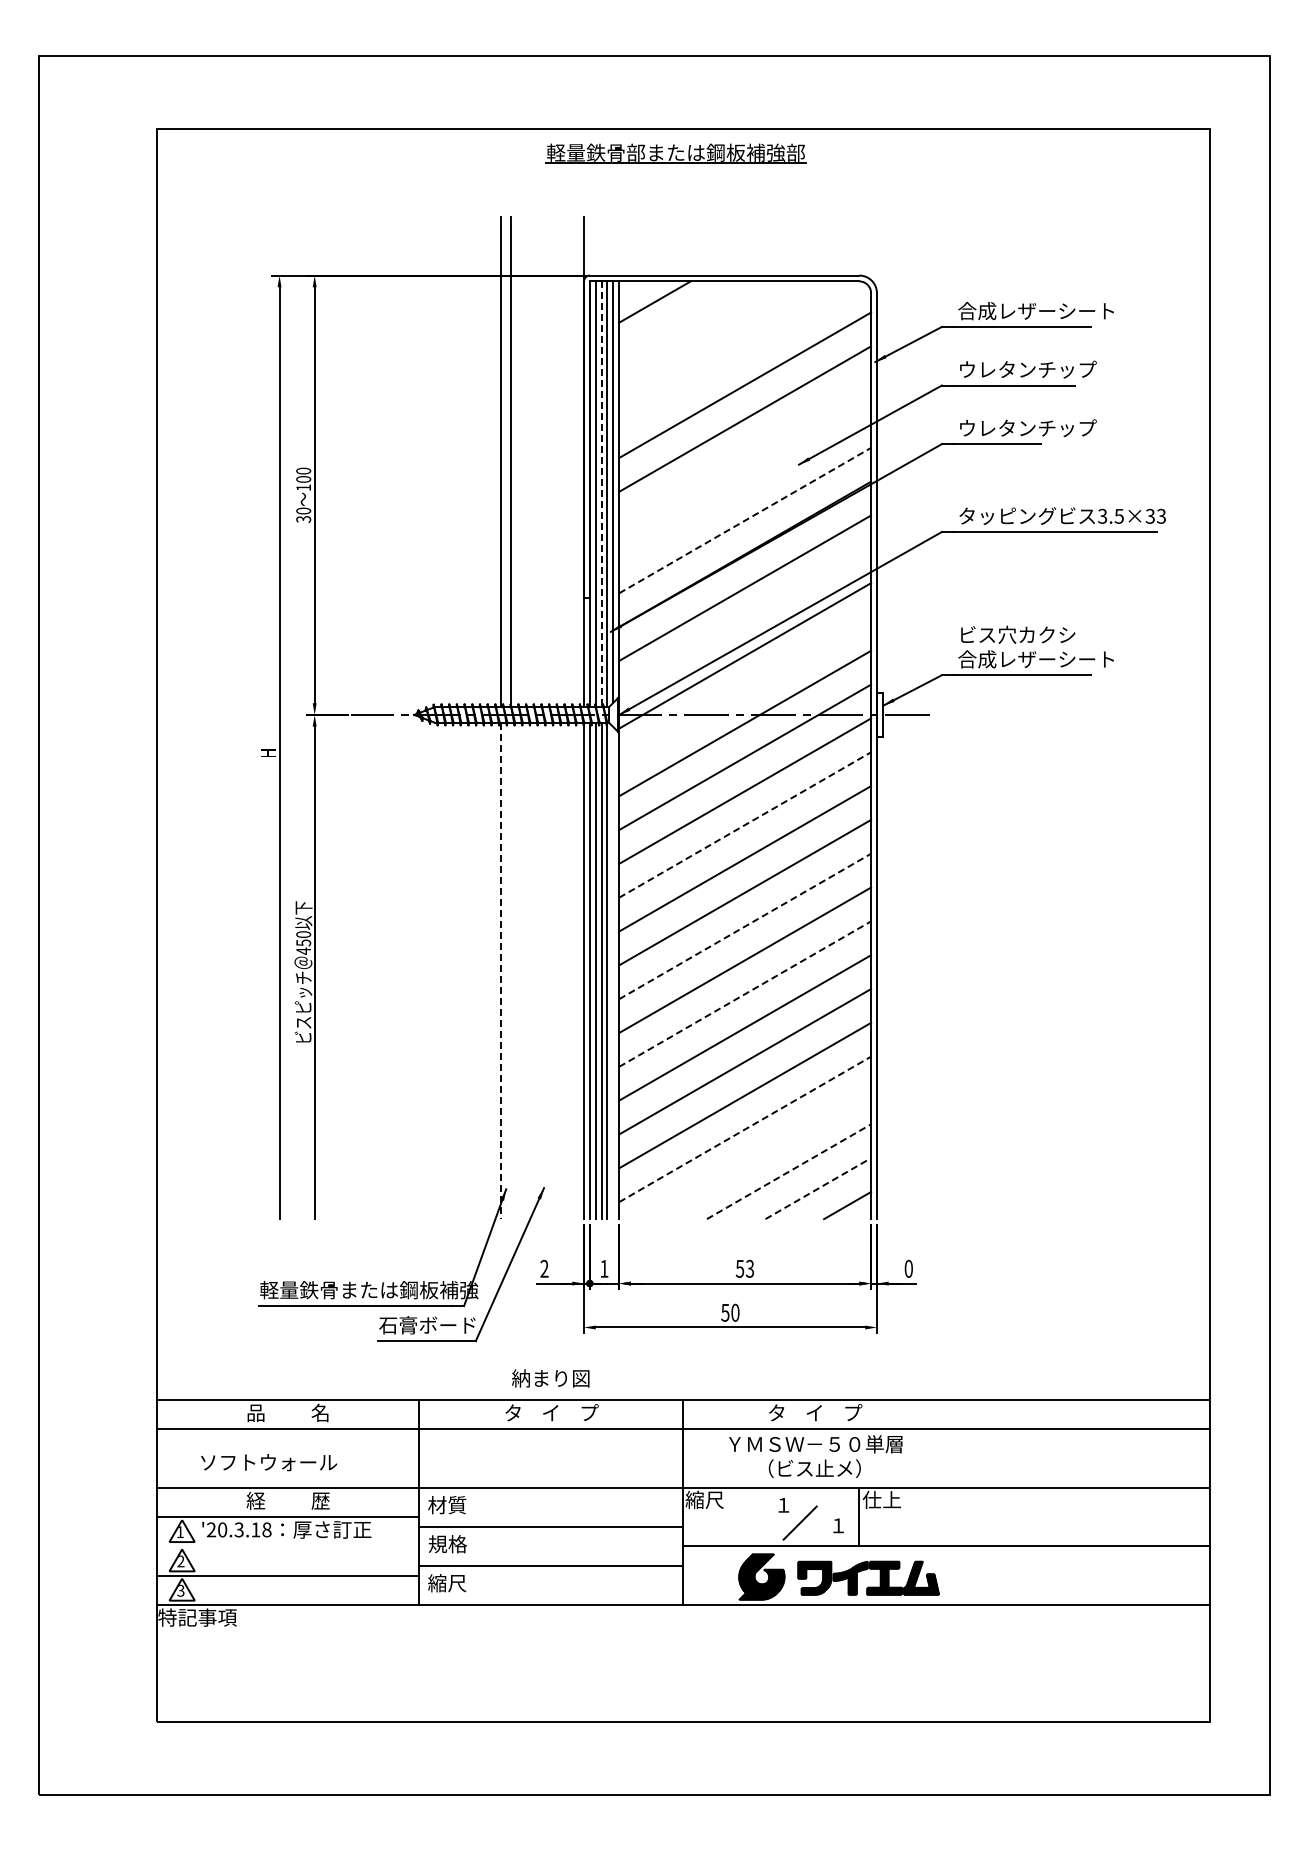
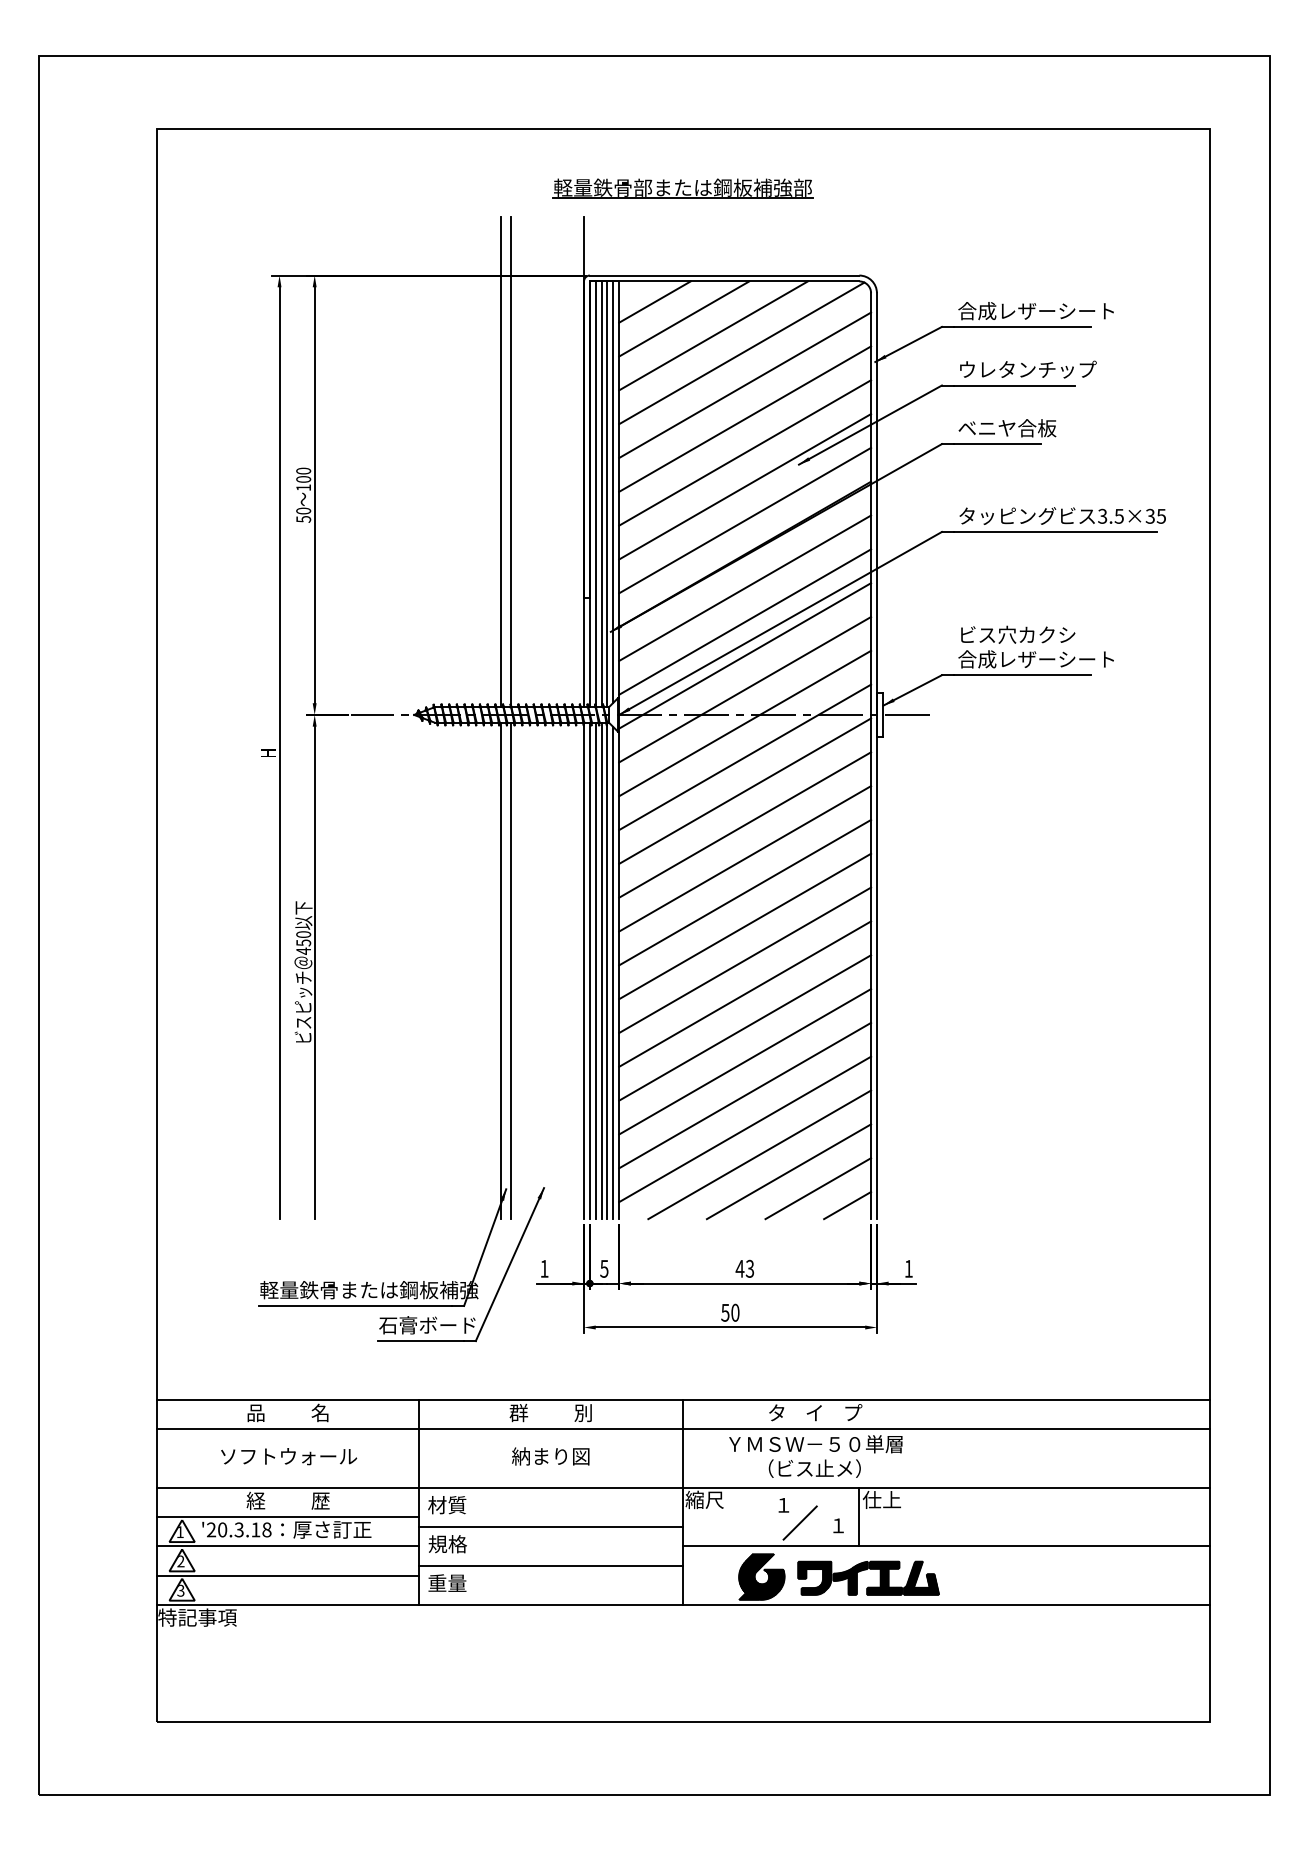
part at (675, 153) position: (675, 153) -> (682, 188)
line at (684, 318): none -> present
line at (713, 335): none -> present
line at (741, 353): none -> present
text at (1027, 428): ウレタンチップ -> ベニヤ合板
line at (745, 452): none -> present
line at (745, 486): none -> present
line at (601, 494): dashed -> solid
text at (1161, 515): 3.5×33 -> 3.5×35
text at (303, 519): 30 -> 50
line at (745, 520): dashed -> solid
line at (745, 621): none -> present
line at (745, 689): none -> present
line at (745, 824): dashed -> solid
line at (745, 926): dashed -> solid
line at (510, 970): none -> present
line at (501, 971): dashed -> solid
line at (613, 973): none -> present
line at (745, 993): dashed -> solid
line at (745, 1129): dashed -> solid
line at (759, 1154): none -> present
line at (789, 1171): dashed -> solid
line at (818, 1188): dashed -> solid
text at (544, 1268): 2 -> 1
text at (604, 1268): 1 -> 5
text at (739, 1268): 53 -> 43
text at (908, 1268): 0 -> 1
text at (550, 1378) position: (550, 1378) -> (550, 1456)
text at (551, 1412): タ    イ    プ -> 群          別
text at (269, 1462) position: (269, 1462) -> (289, 1456)
line at (287, 1546): none -> present
text at (447, 1583): 縮尺 -> 重量
